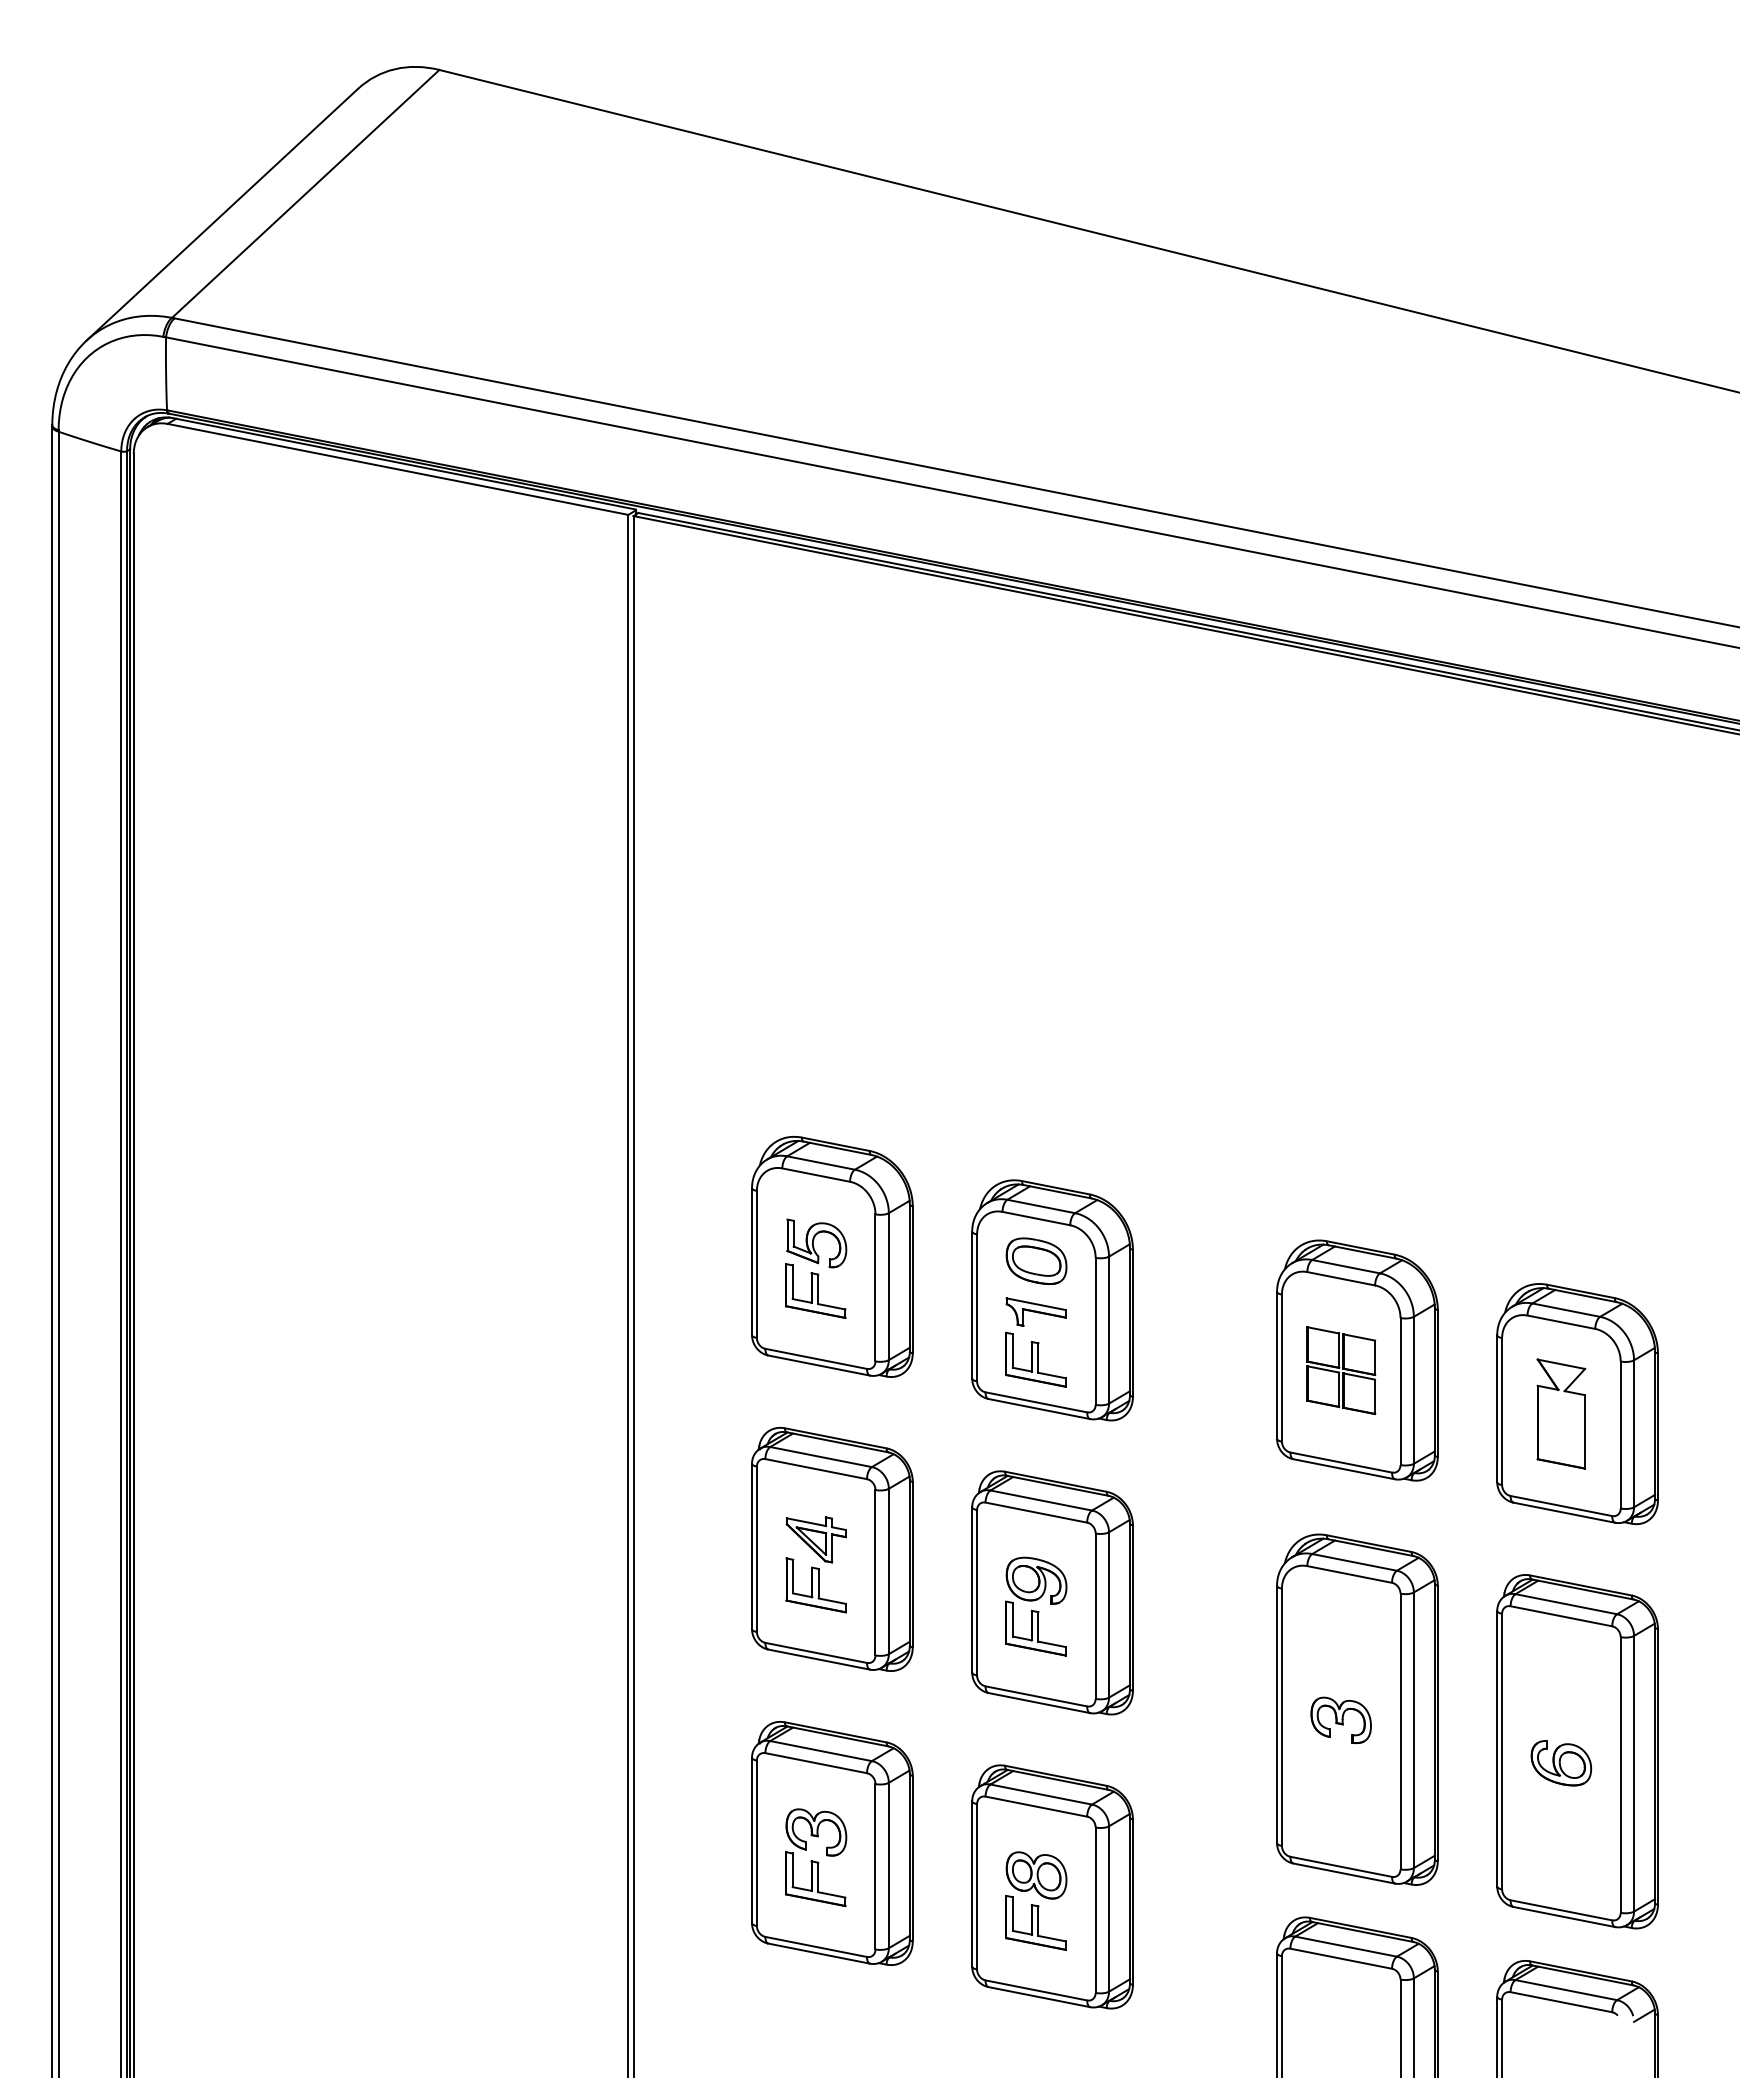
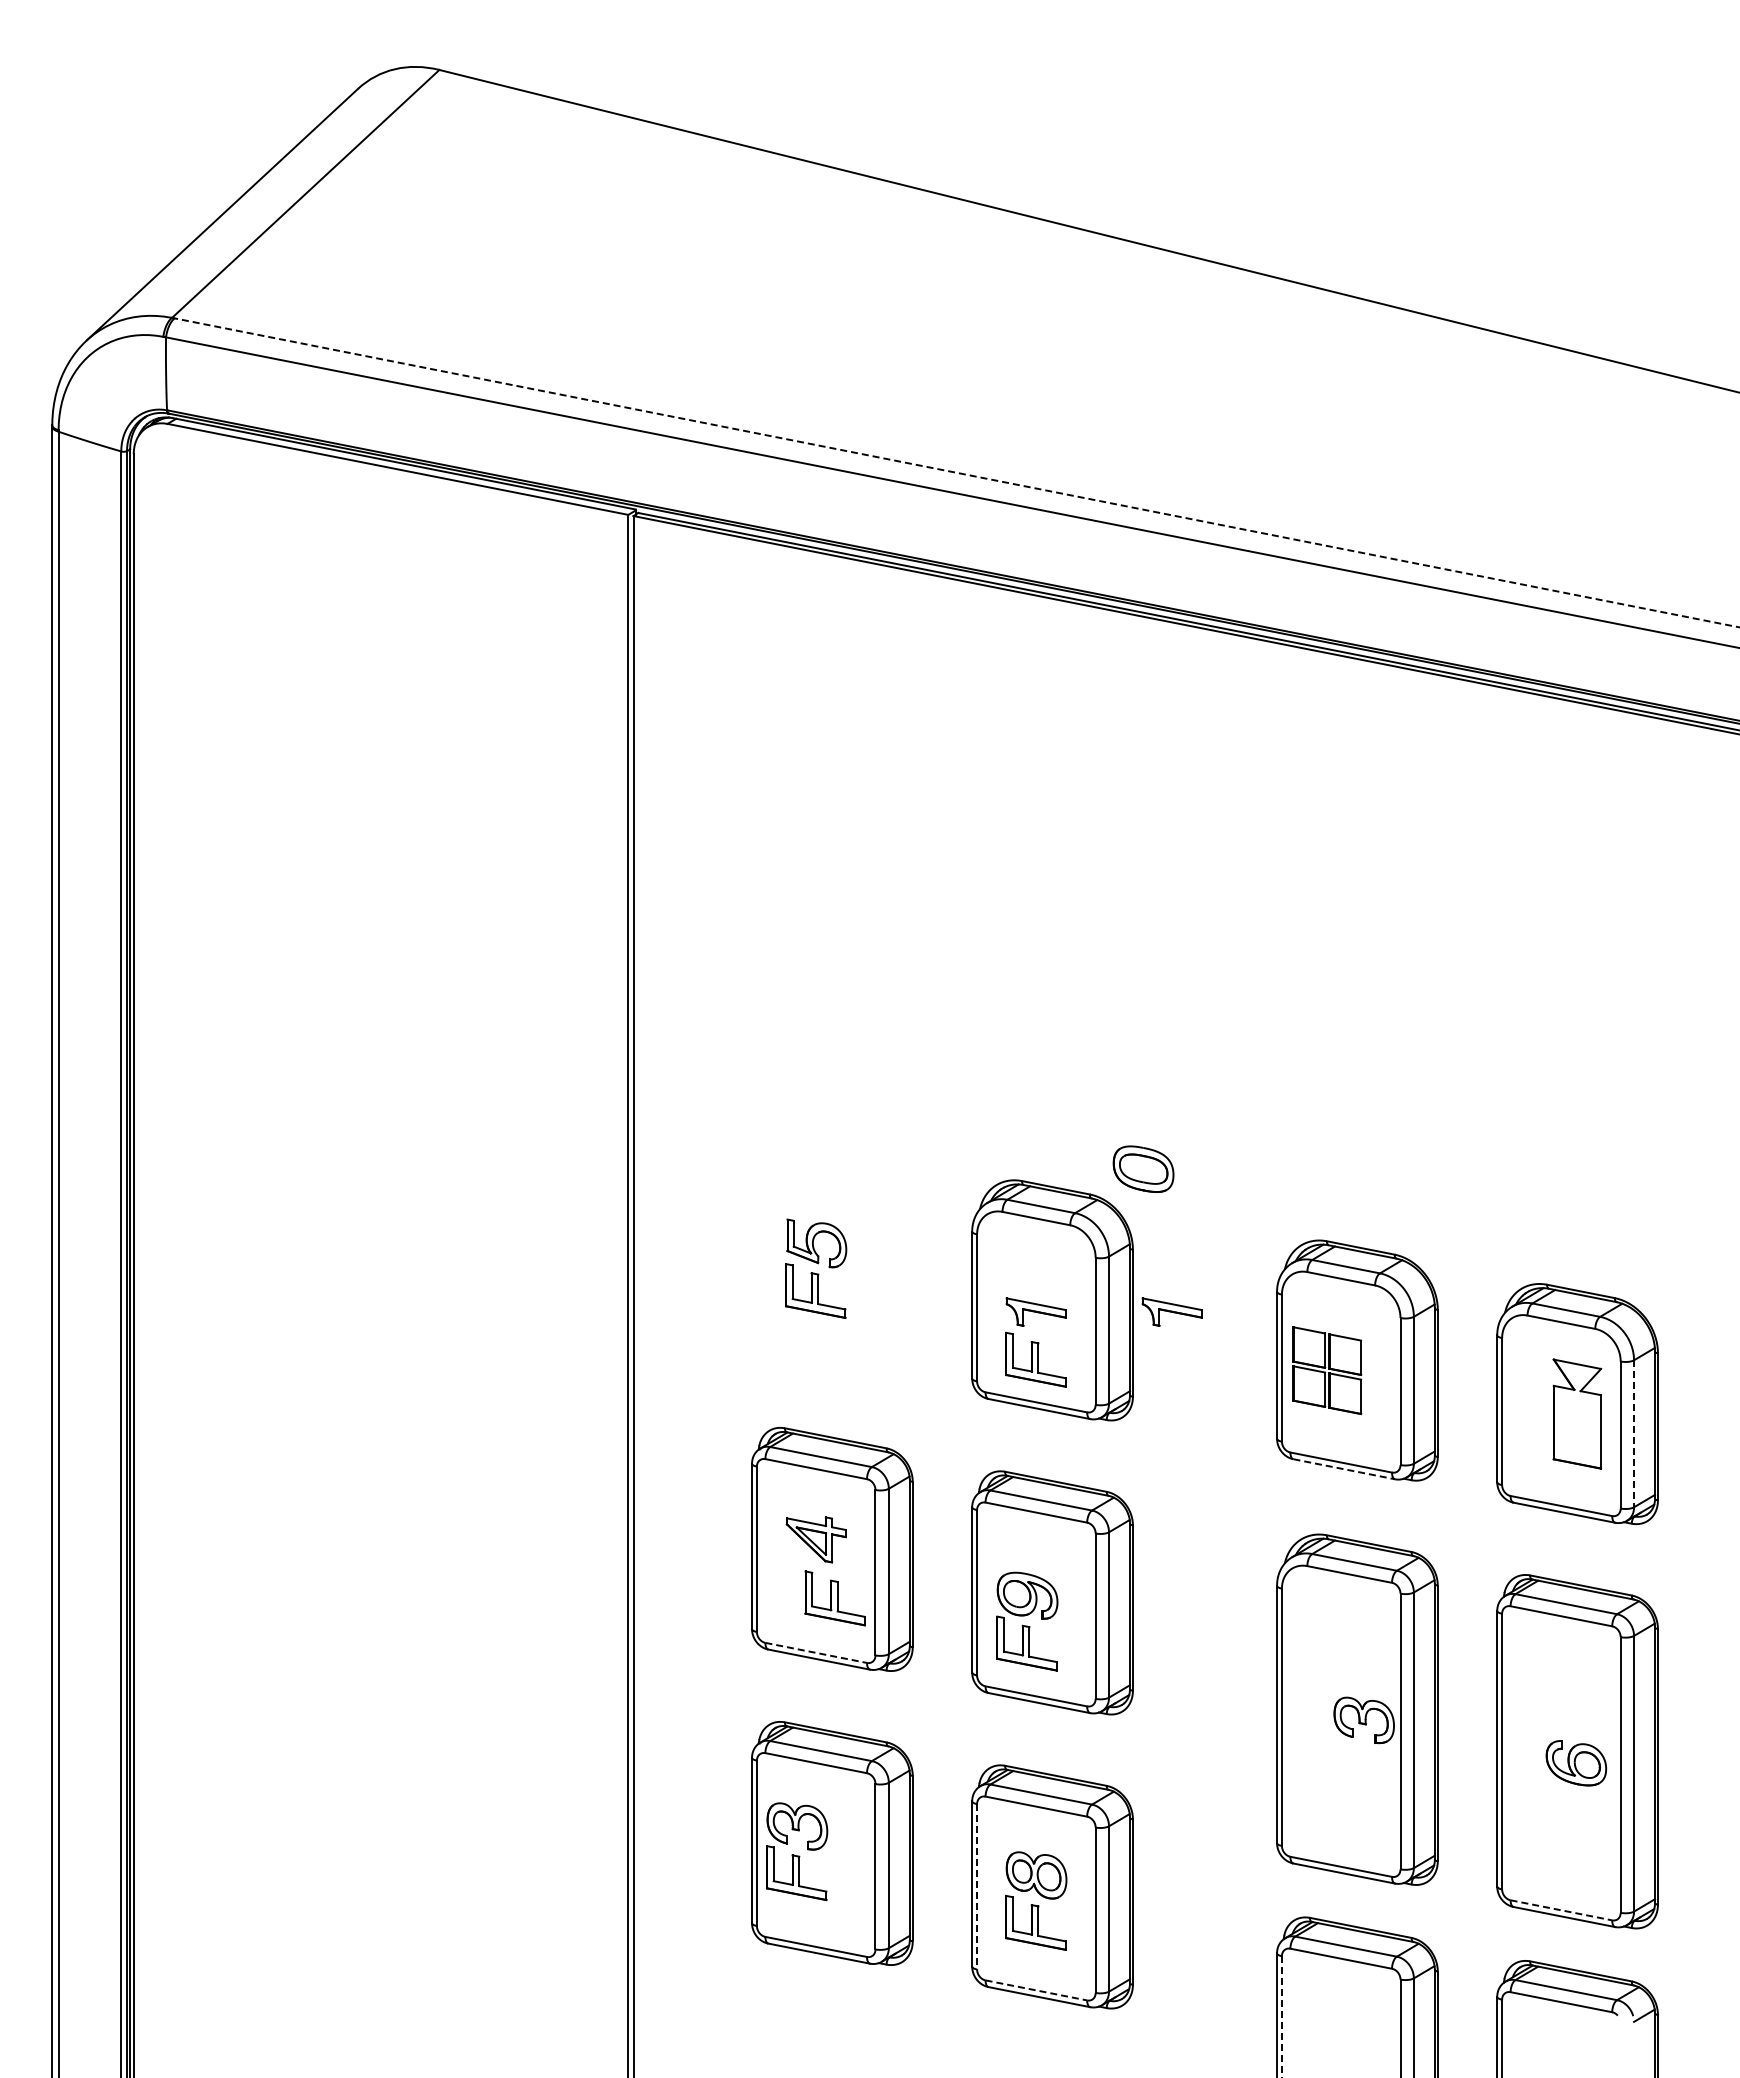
line at (957, 472): solid -> dashed
part at (832, 1256): present -> none
part at (1036, 1260) position: (1036, 1260) -> (1143, 1168)
part at (1171, 1311): none -> present
part at (1341, 1370) position: (1341, 1370) -> (1327, 1370)
part at (1561, 1413) position: (1561, 1413) -> (1577, 1413)
line at (1634, 1433): solid -> dashed
line at (1344, 1469): solid -> dashed
part at (815, 1585) position: (815, 1585) -> (834, 1598)
part at (1036, 1606) position: (1036, 1606) -> (1027, 1621)
line at (816, 1652): solid -> dashed
part at (1340, 1720) position: (1340, 1720) -> (1363, 1720)
part at (1561, 1763) position: (1561, 1763) -> (1576, 1763)
part at (816, 1857) position: (816, 1857) -> (797, 1851)
line at (977, 1886): solid -> dashed
line at (1561, 1910): solid -> dashed
line at (1036, 1990): solid -> dashed
line at (1281, 2017): solid -> dashed
